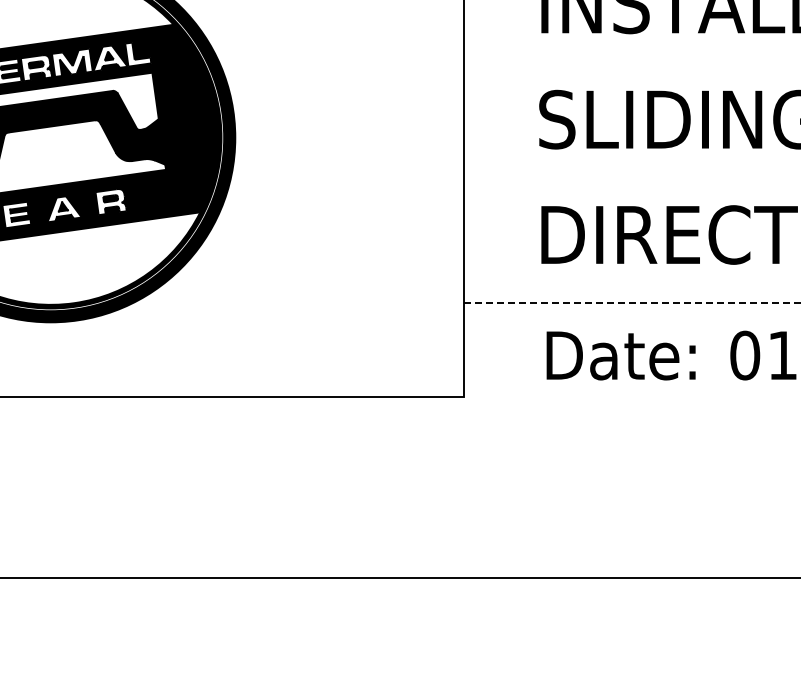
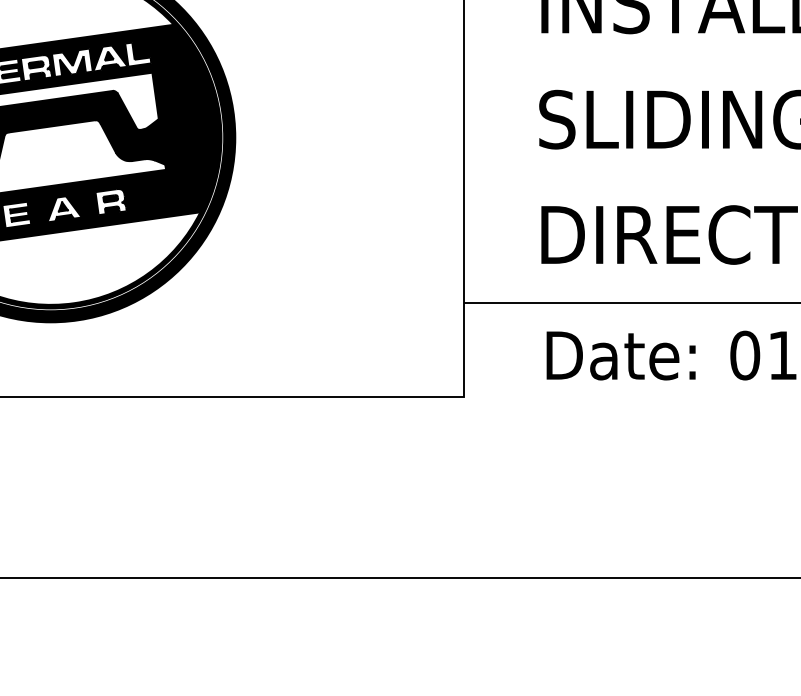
line at (632, 303): dashed -> solid
